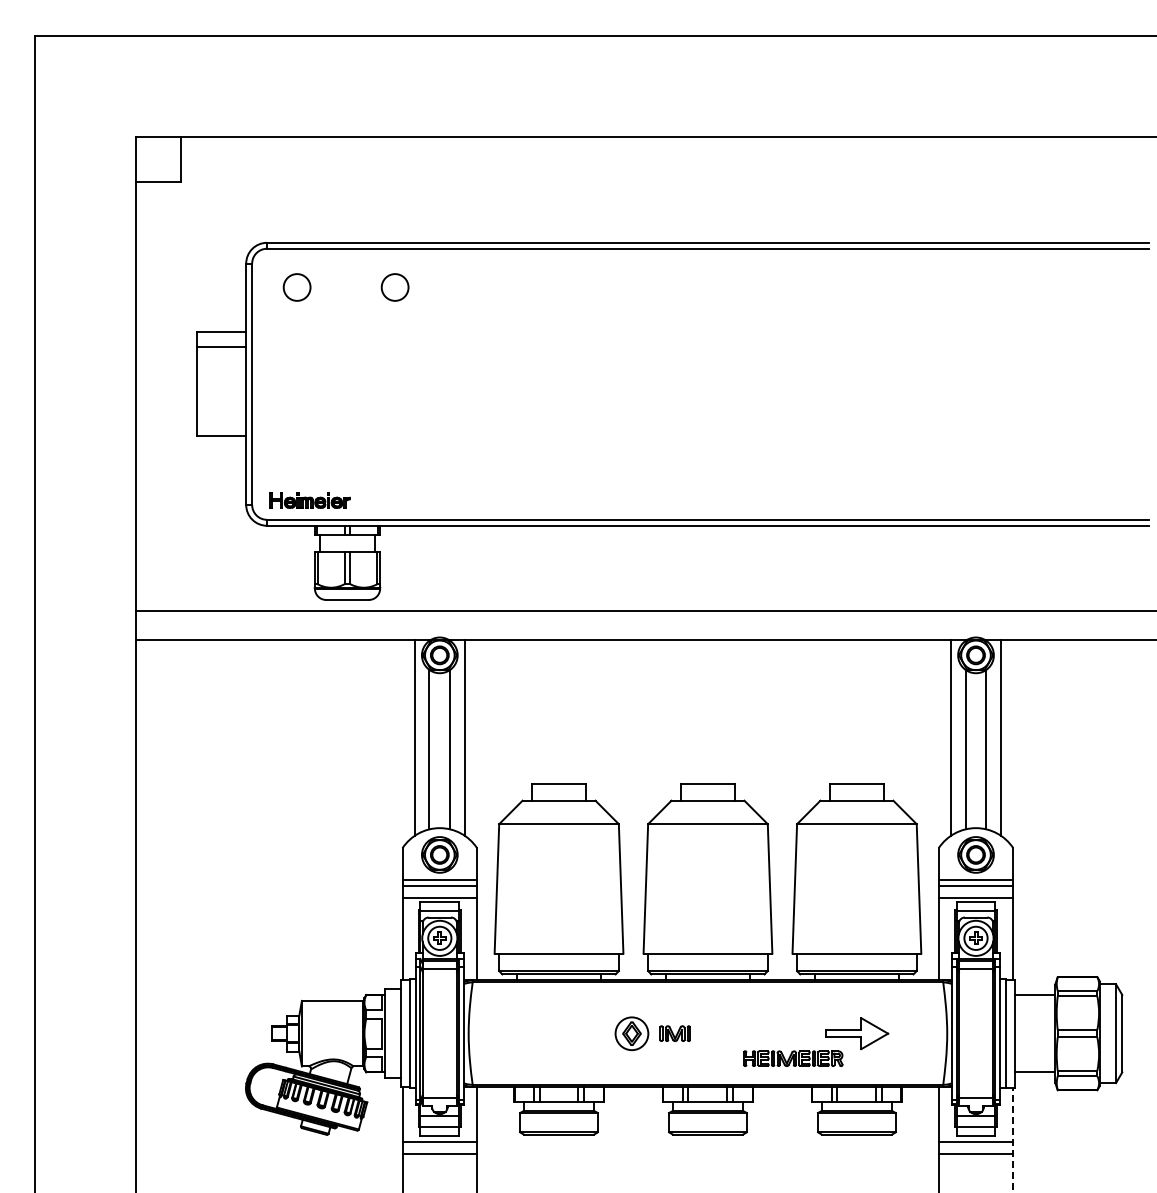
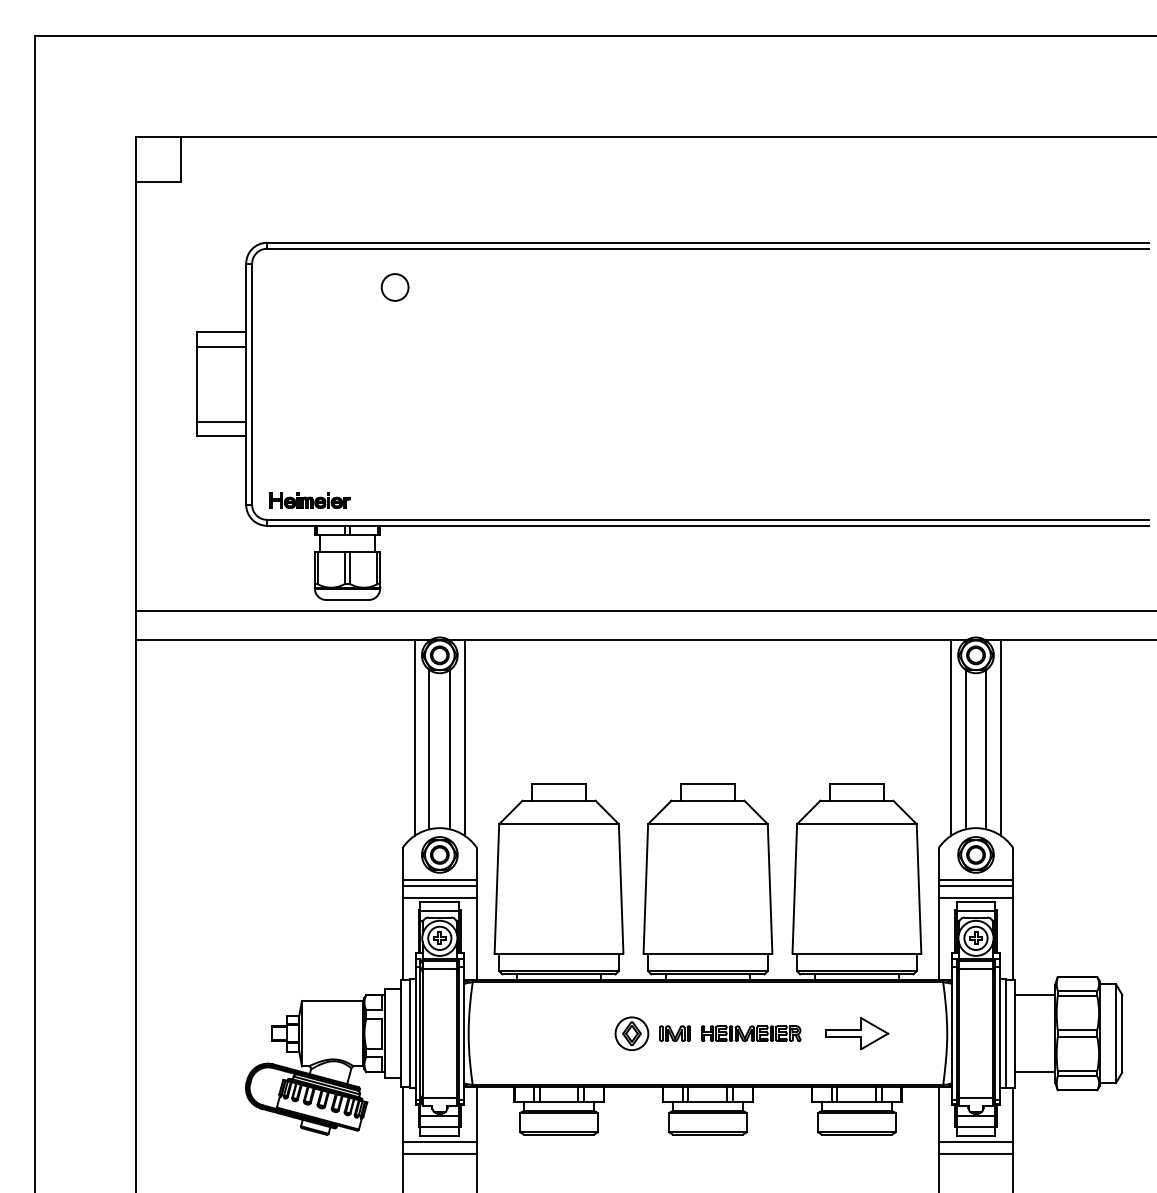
circle at (296, 287): present -> none
line at (221, 421): none -> present
part at (793, 1058) position: (793, 1058) -> (751, 1033)
line at (1013, 1139): dashed -> solid
